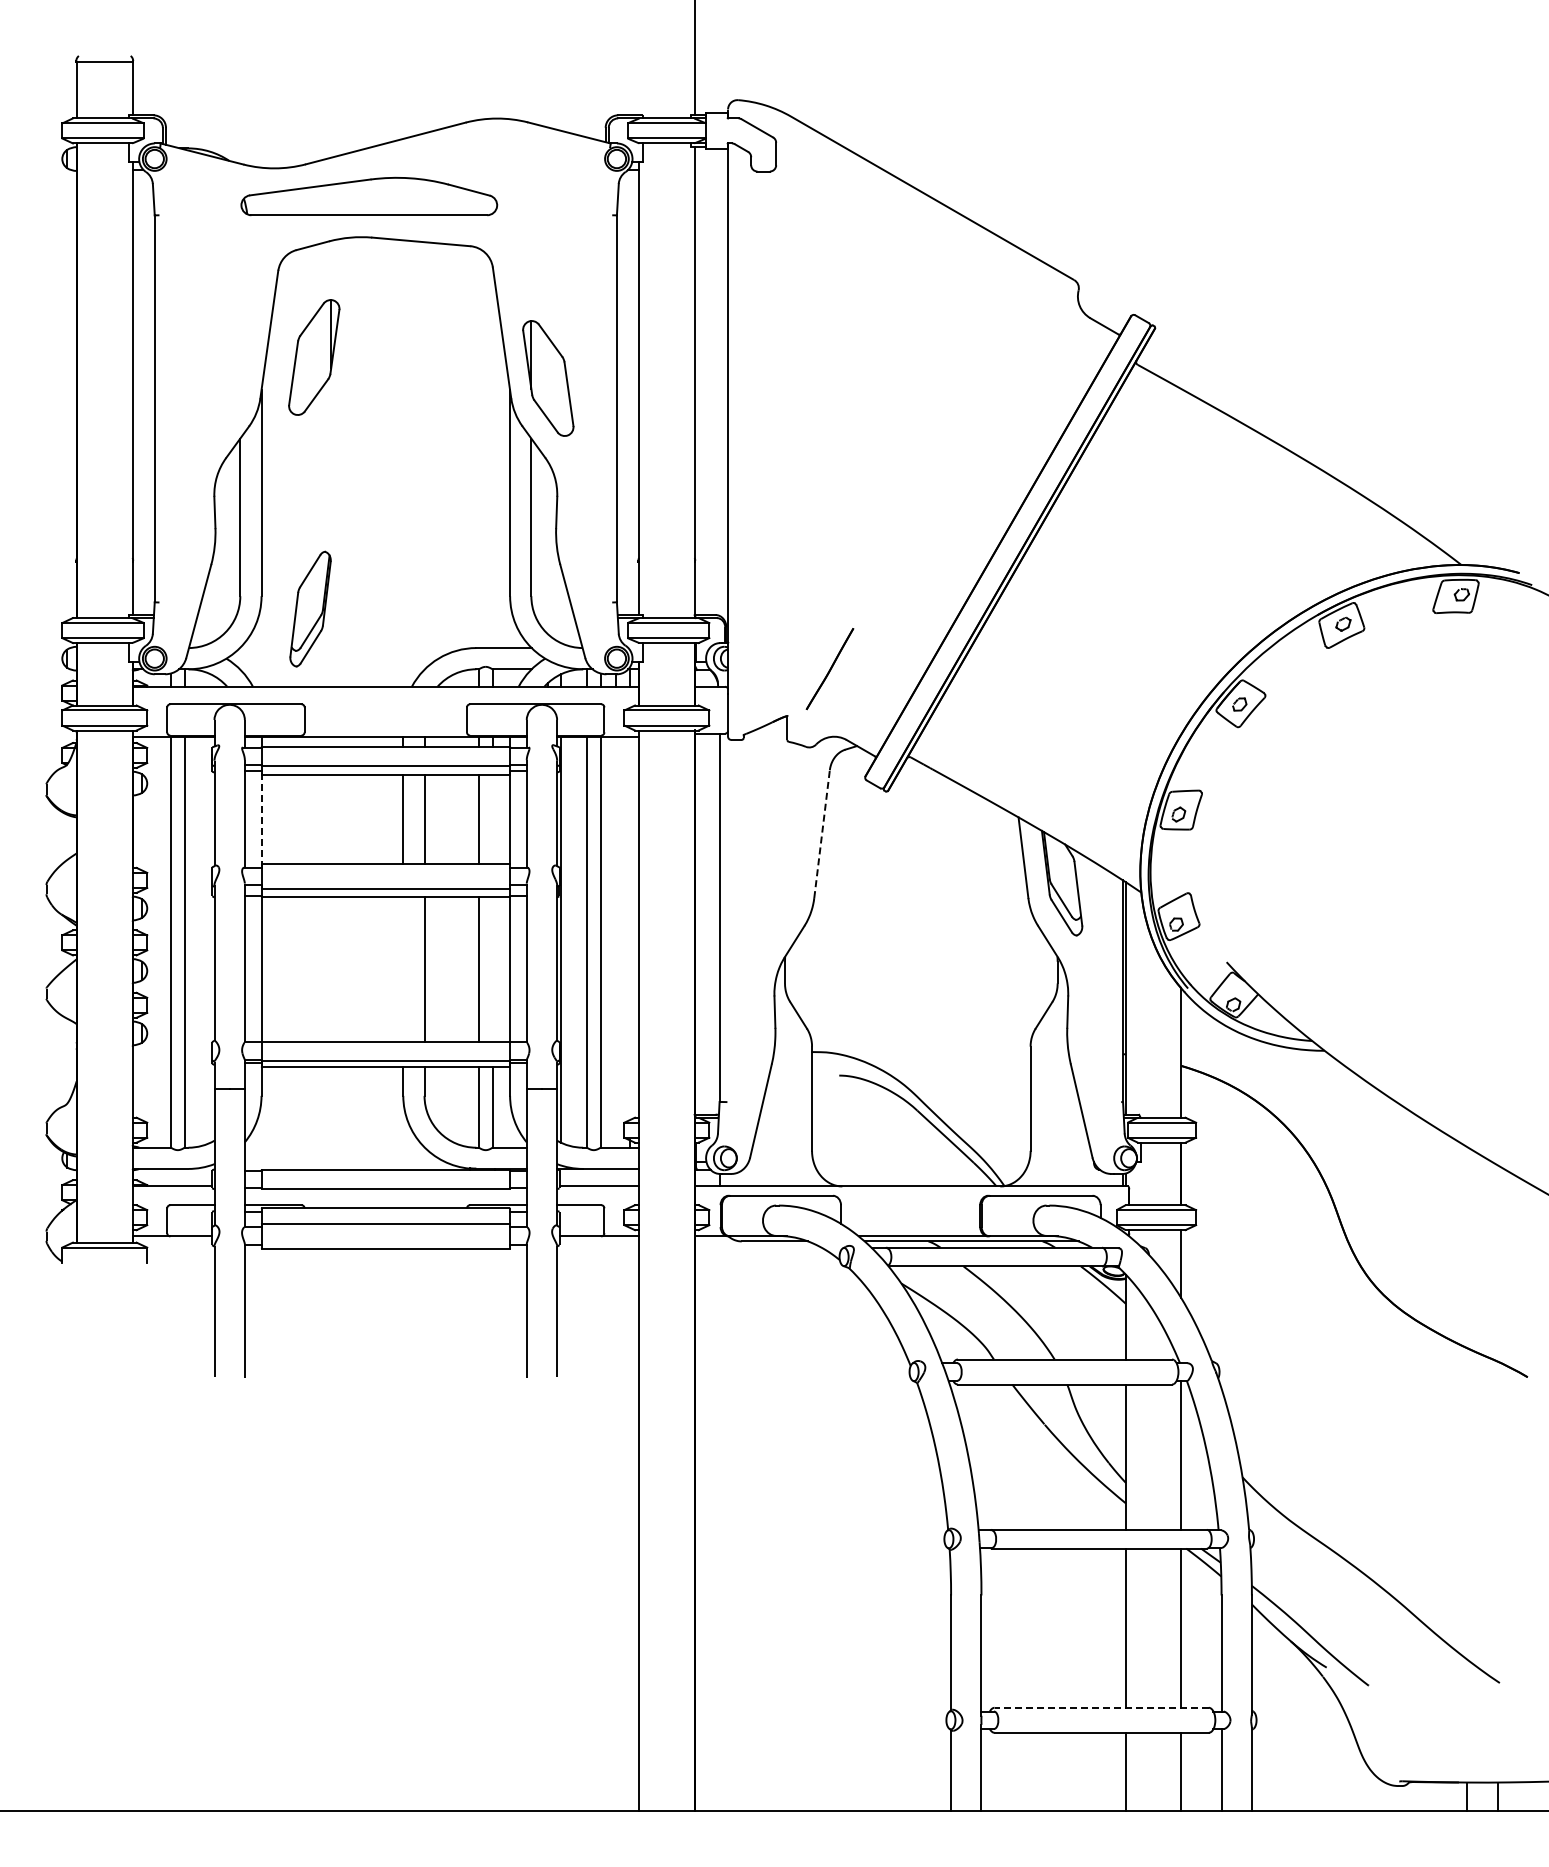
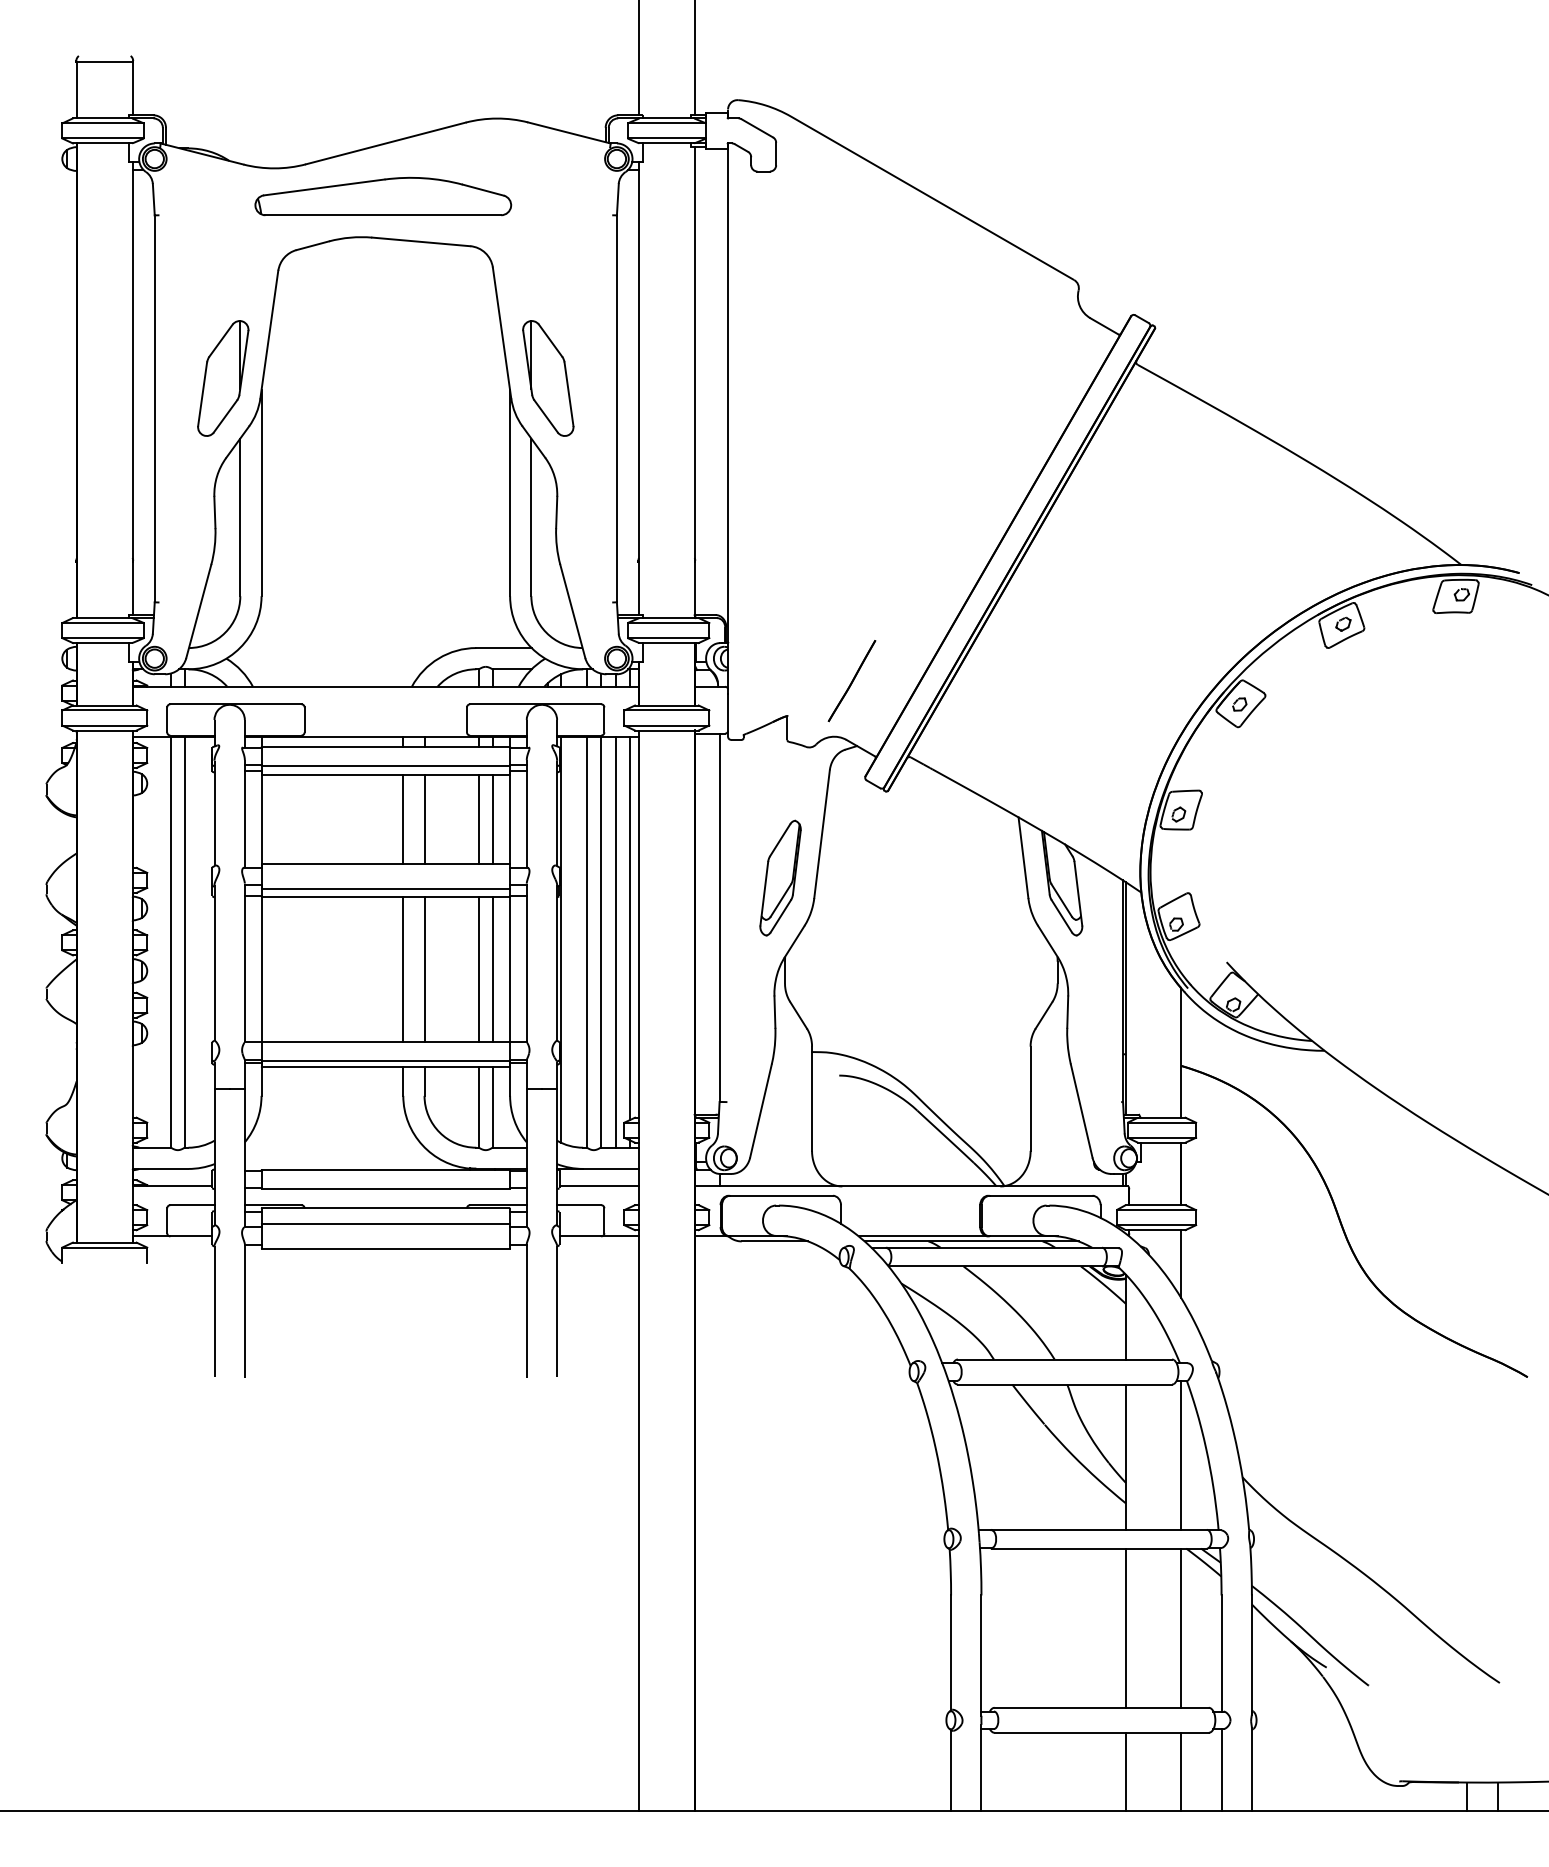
line at (639, 58): none -> present
part at (369, 196) position: (369, 196) -> (383, 196)
part at (314, 357) position: (314, 357) -> (223, 378)
part at (310, 608) position: (310, 608) -> (780, 877)
line at (829, 669) position: (829, 669) -> (851, 681)
line at (261, 819): dashed -> solid
line at (492, 819): none -> present
line at (822, 833): dashed -> solid
line at (629, 928): none -> present
line at (616, 941): none -> present
line at (403, 968): none -> present
line at (492, 968): none -> present
line at (1101, 1707): dashed -> solid
